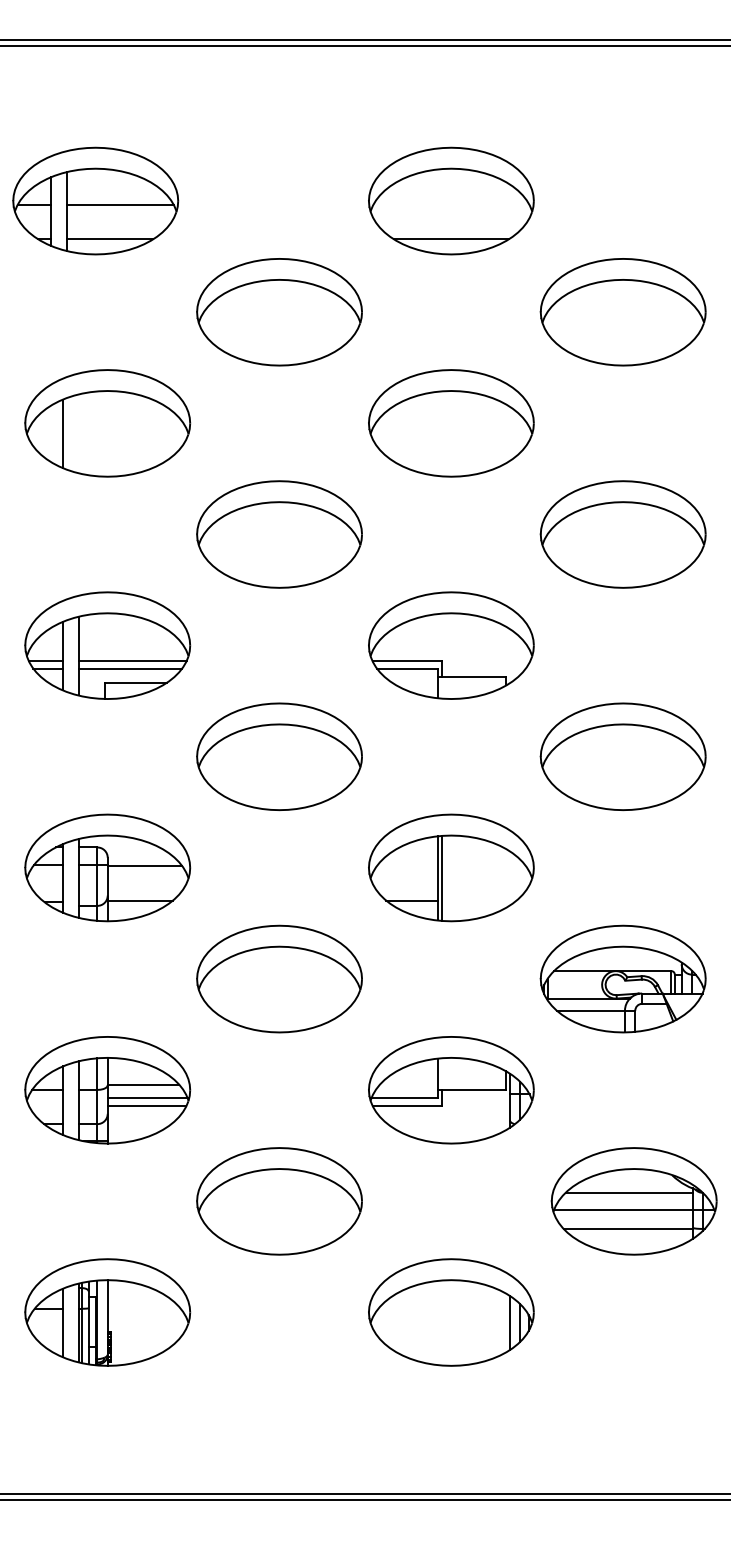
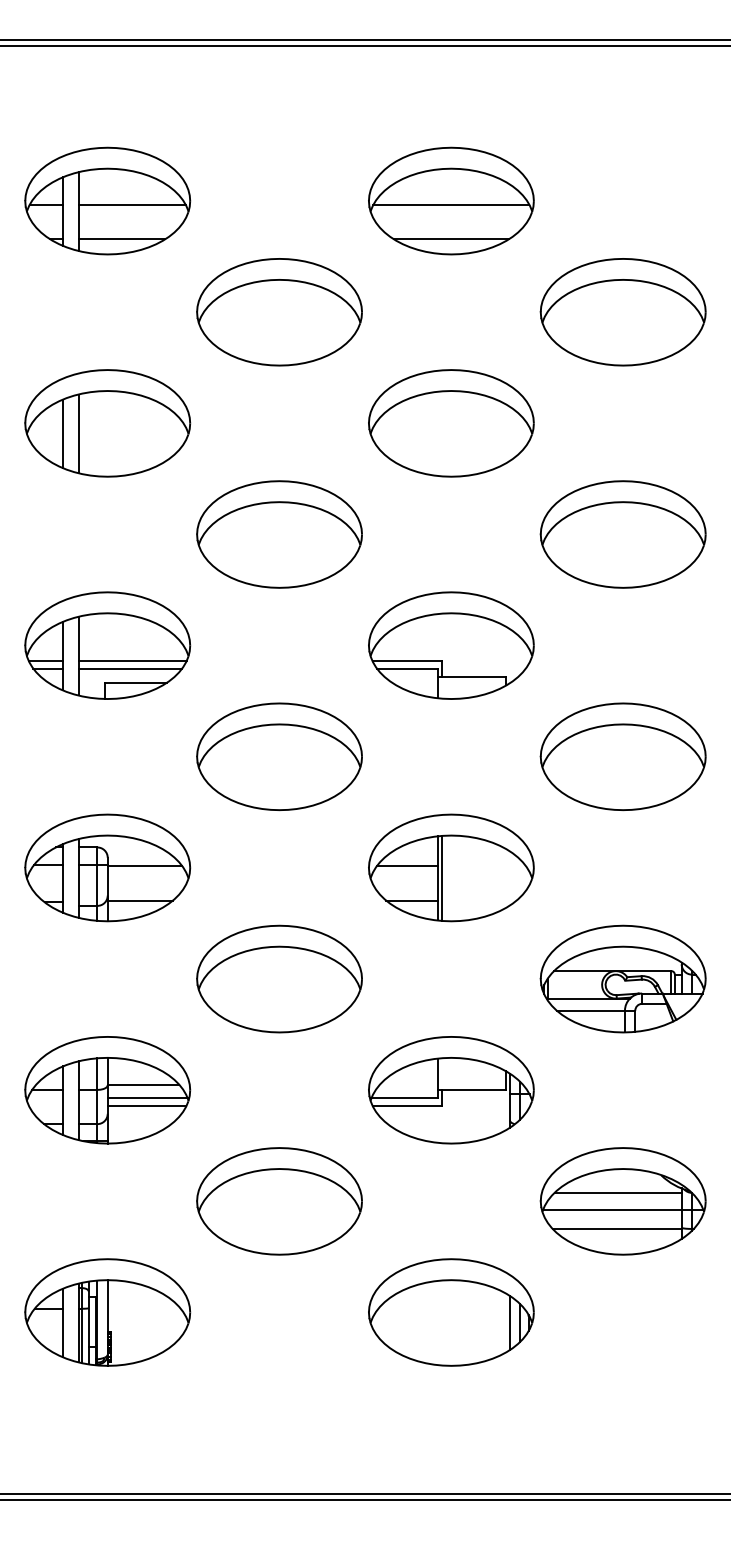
part at (95, 200) position: (95, 200) -> (107, 200)
line at (451, 204): none -> present
line at (78, 433): none -> present
line at (406, 866): none -> present
part at (633, 1201) position: (633, 1201) -> (622, 1201)
